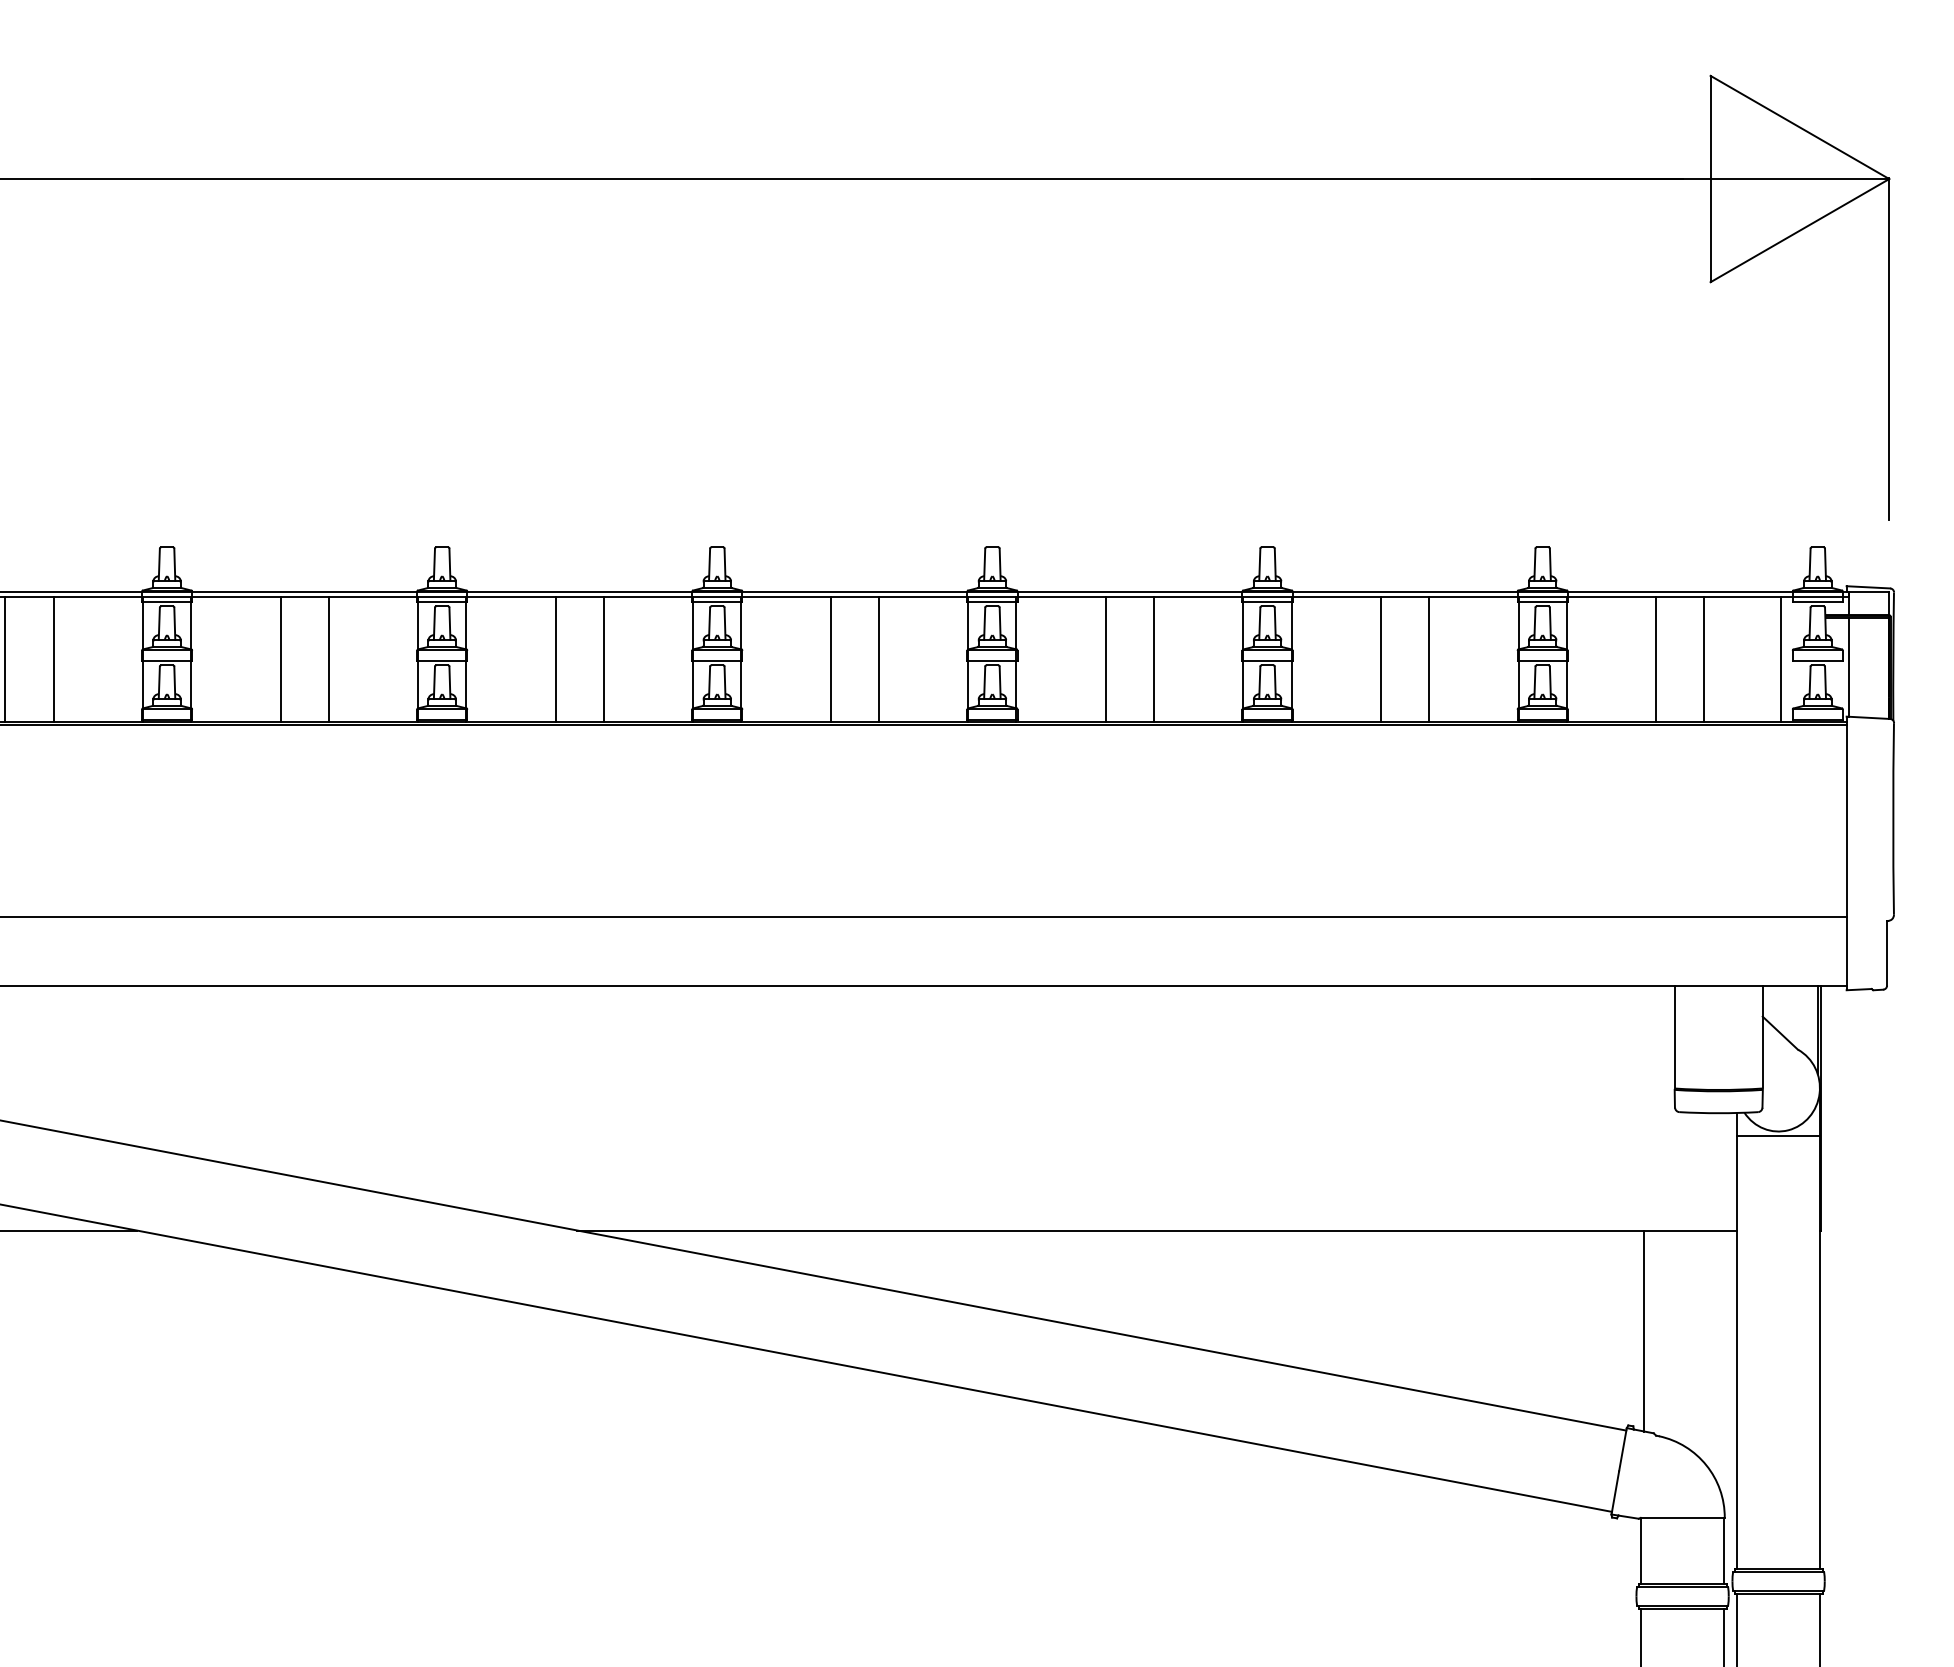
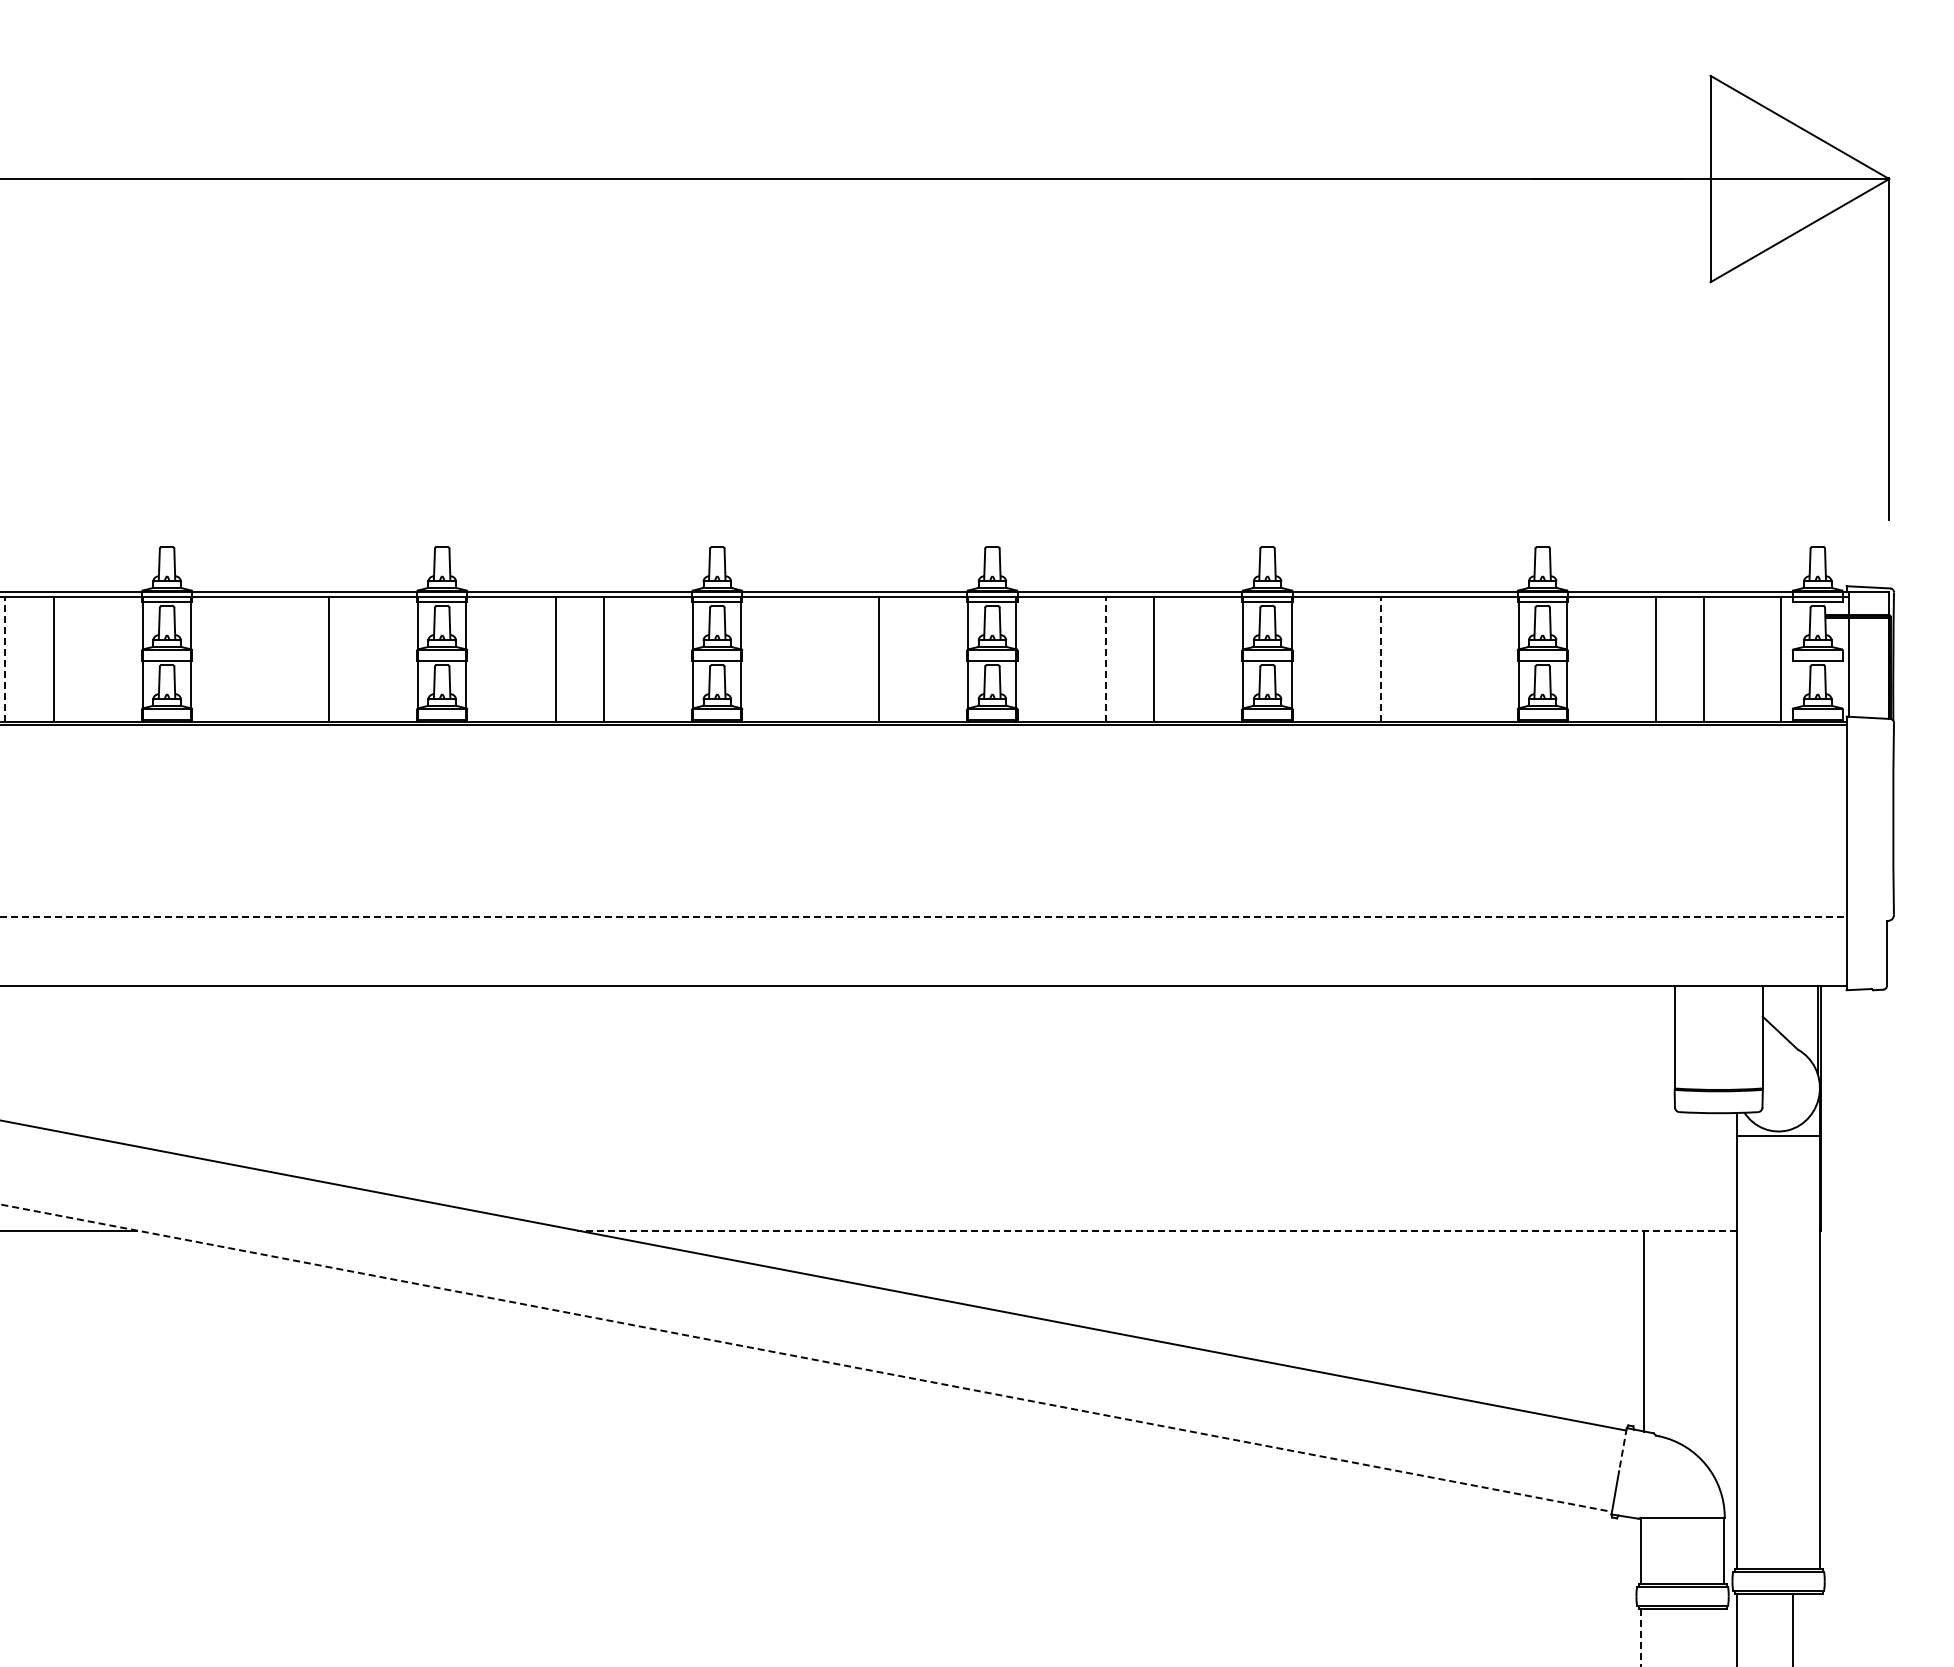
line at (5, 659): solid -> dashed
line at (280, 659): present -> none
line at (830, 659): present -> none
line at (1105, 659): solid -> dashed
line at (1381, 659): solid -> dashed
line at (1429, 659): present -> none
line at (924, 917): solid -> dashed
line at (1156, 1230): solid -> dashed
line at (806, 1358): solid -> dashed
line at (1622, 1449): solid -> dashed
line at (1819, 1628) position: (1819, 1628) -> (1792, 1628)
line at (1723, 1635): present -> none
line at (1640, 1637): solid -> dashed
